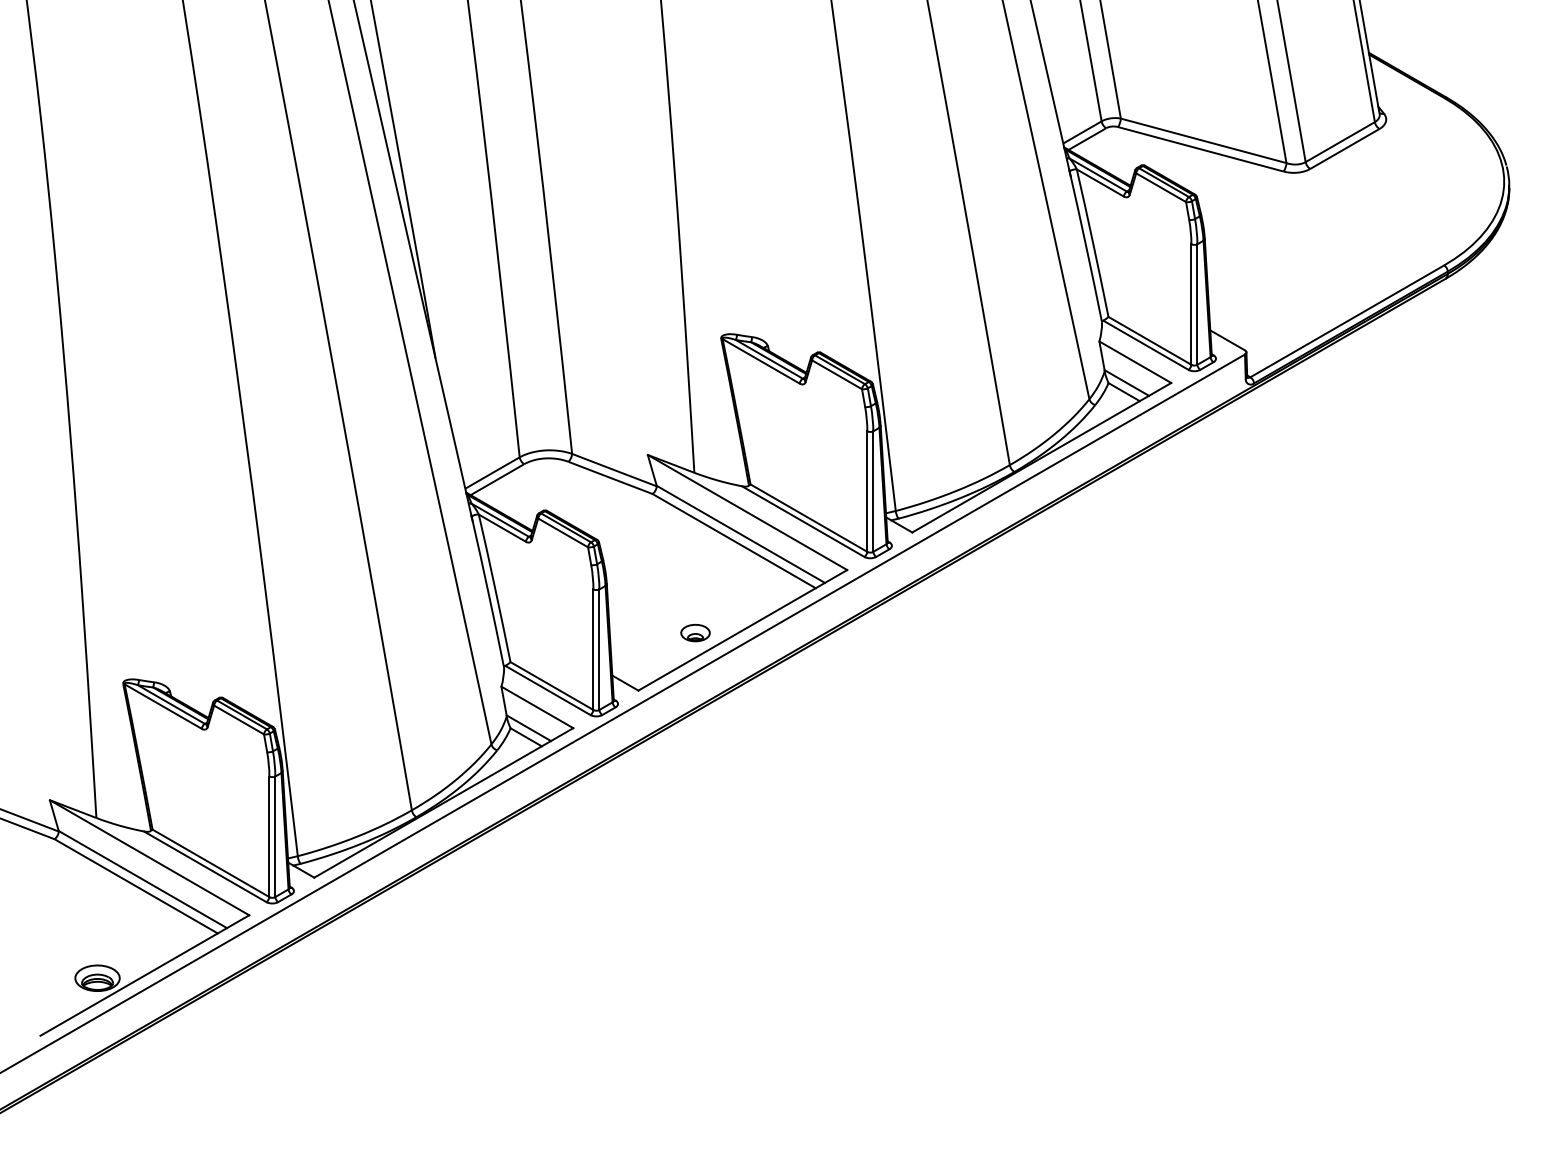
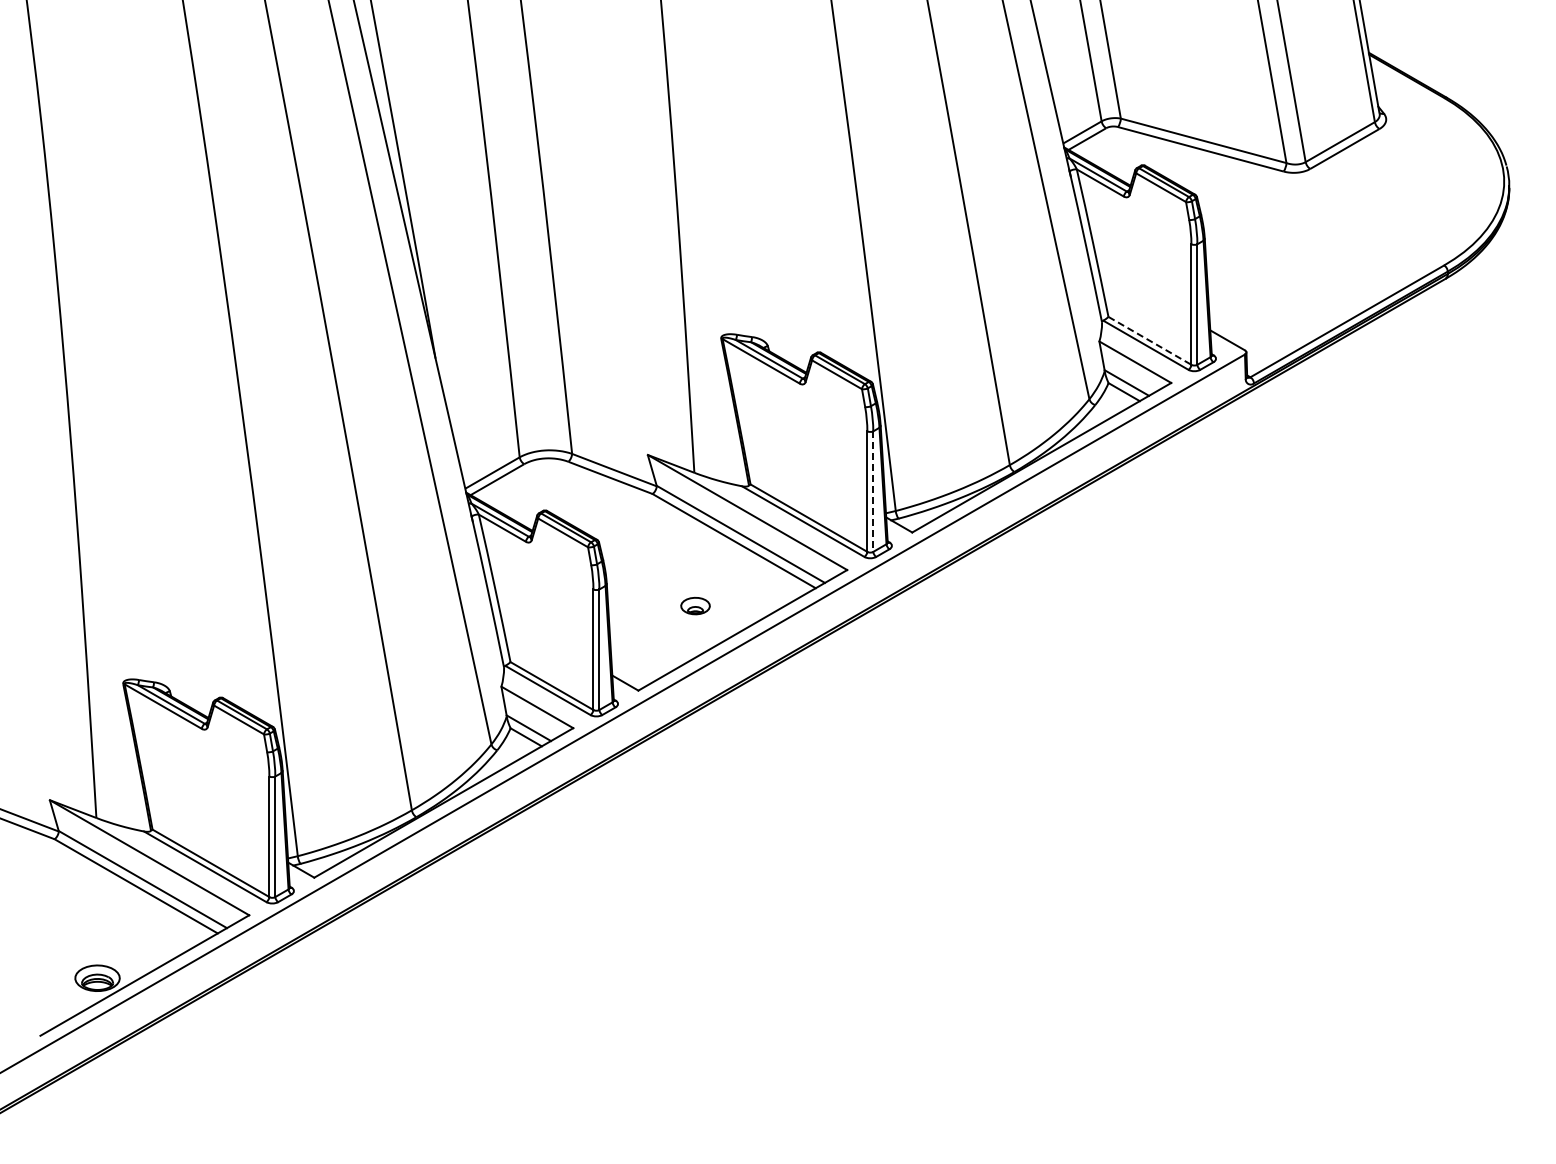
line at (1149, 340): solid -> dashed
line at (873, 492): solid -> dashed
part at (695, 632) position: (695, 632) -> (695, 605)
